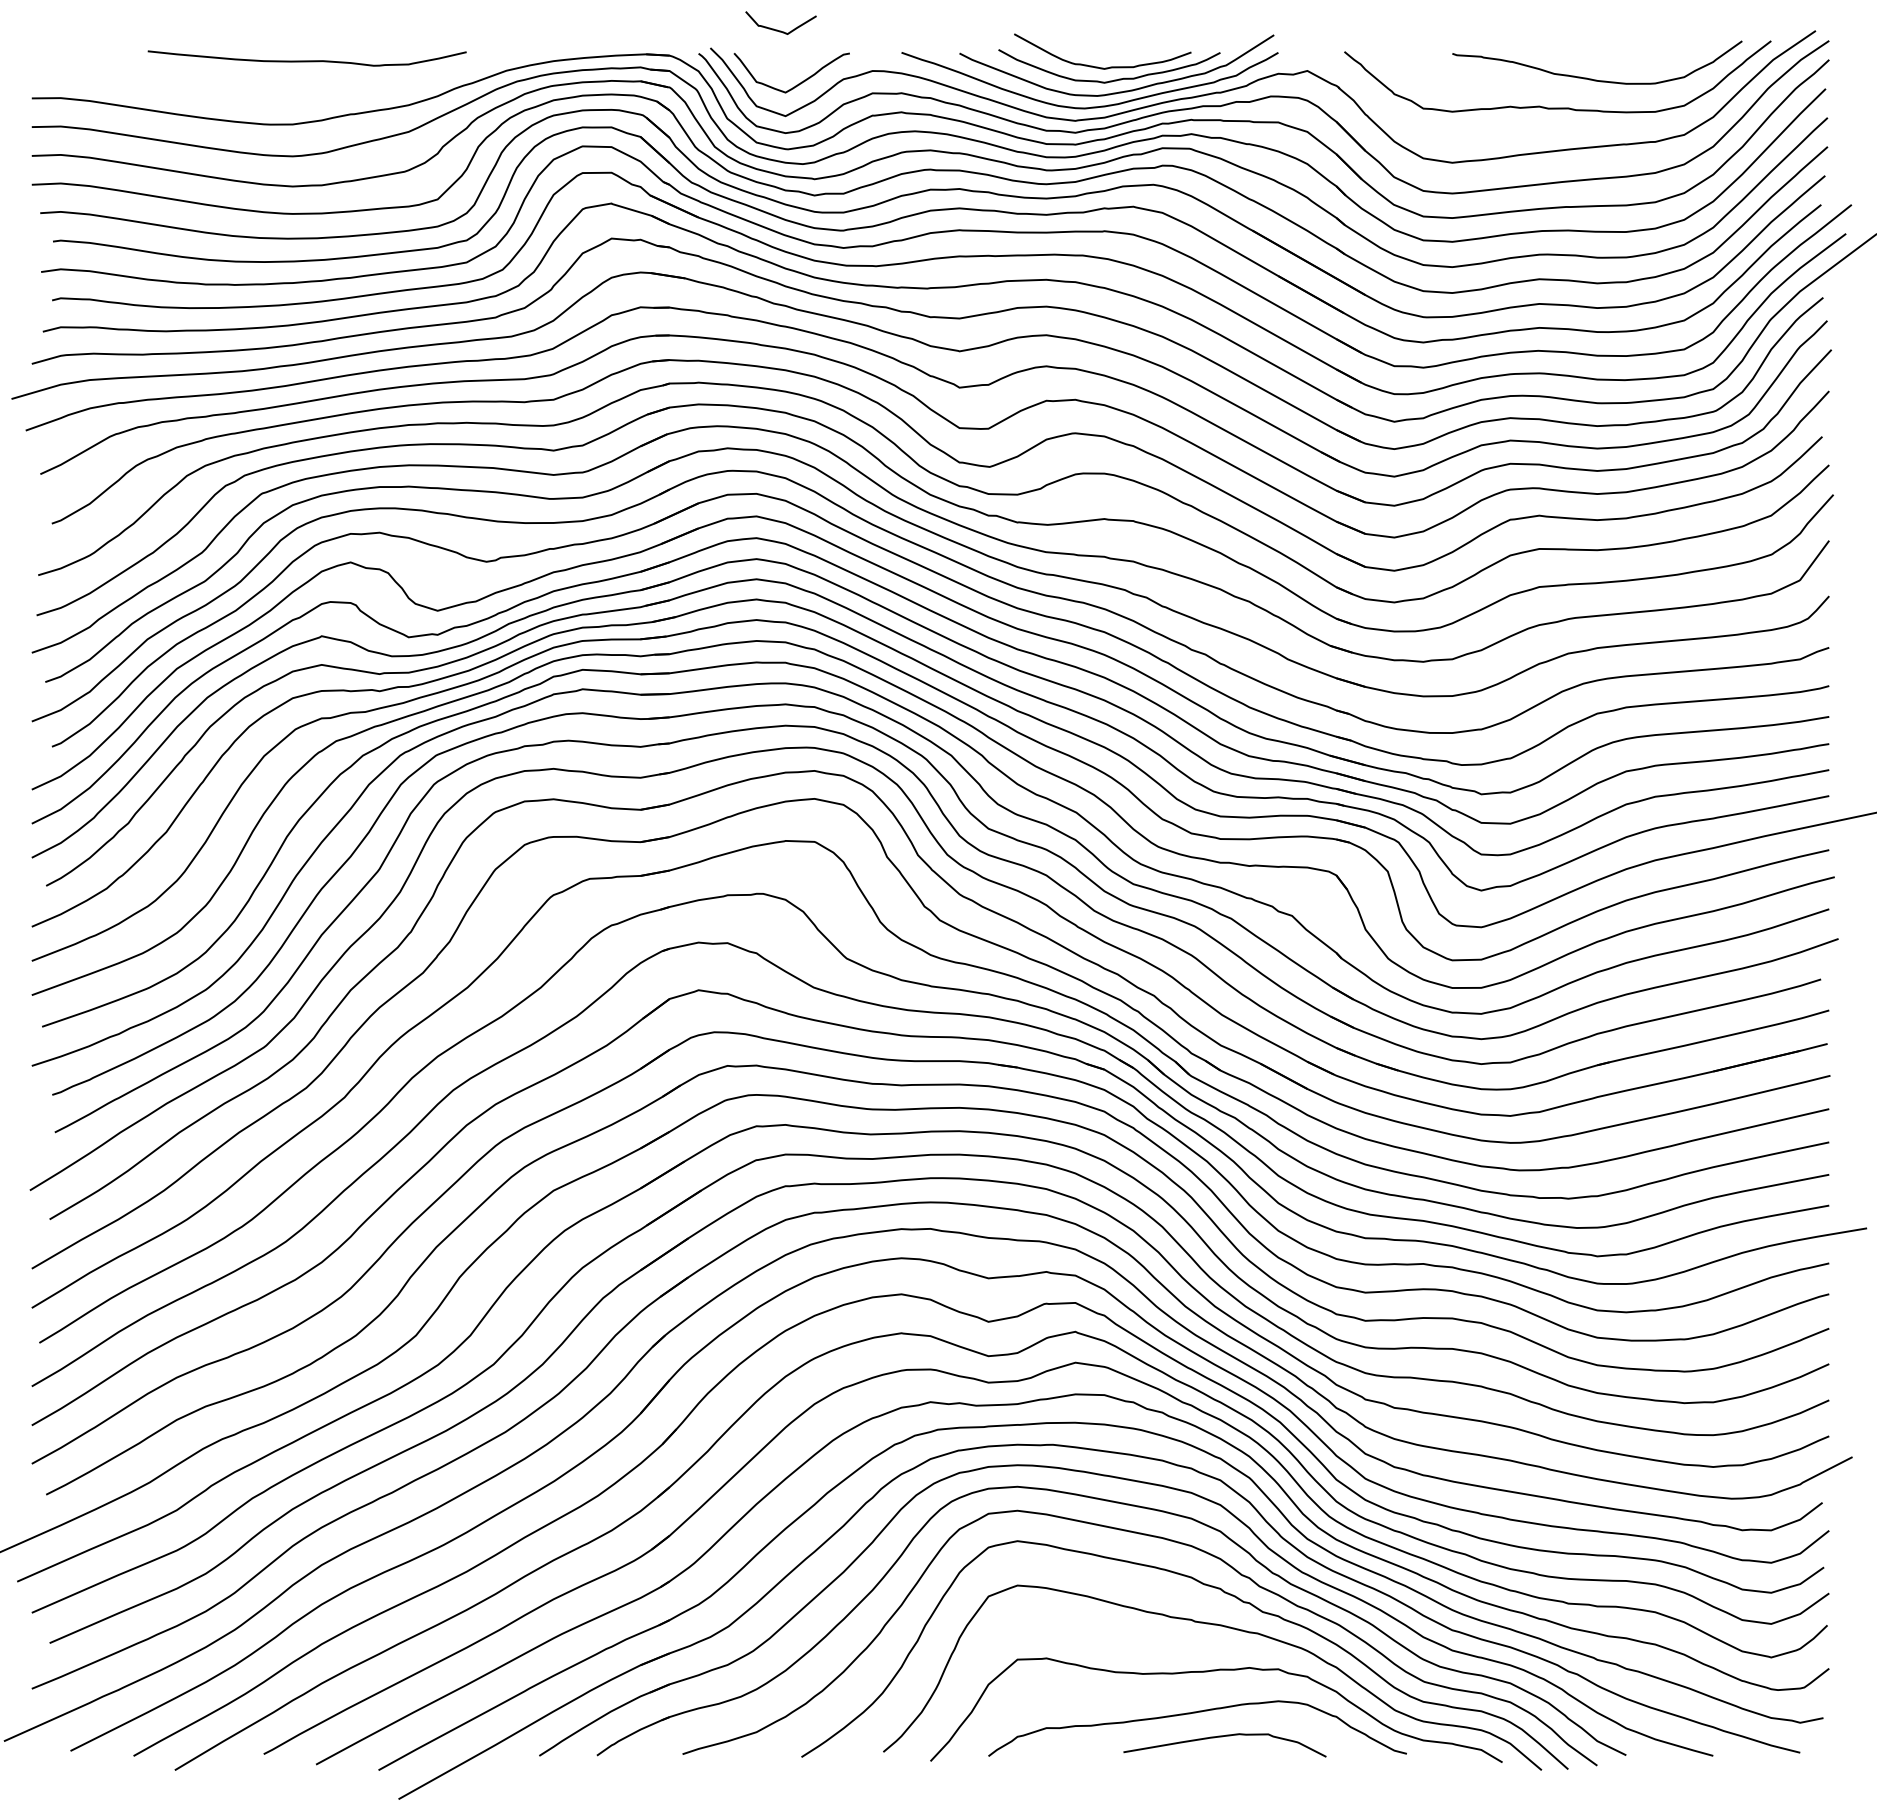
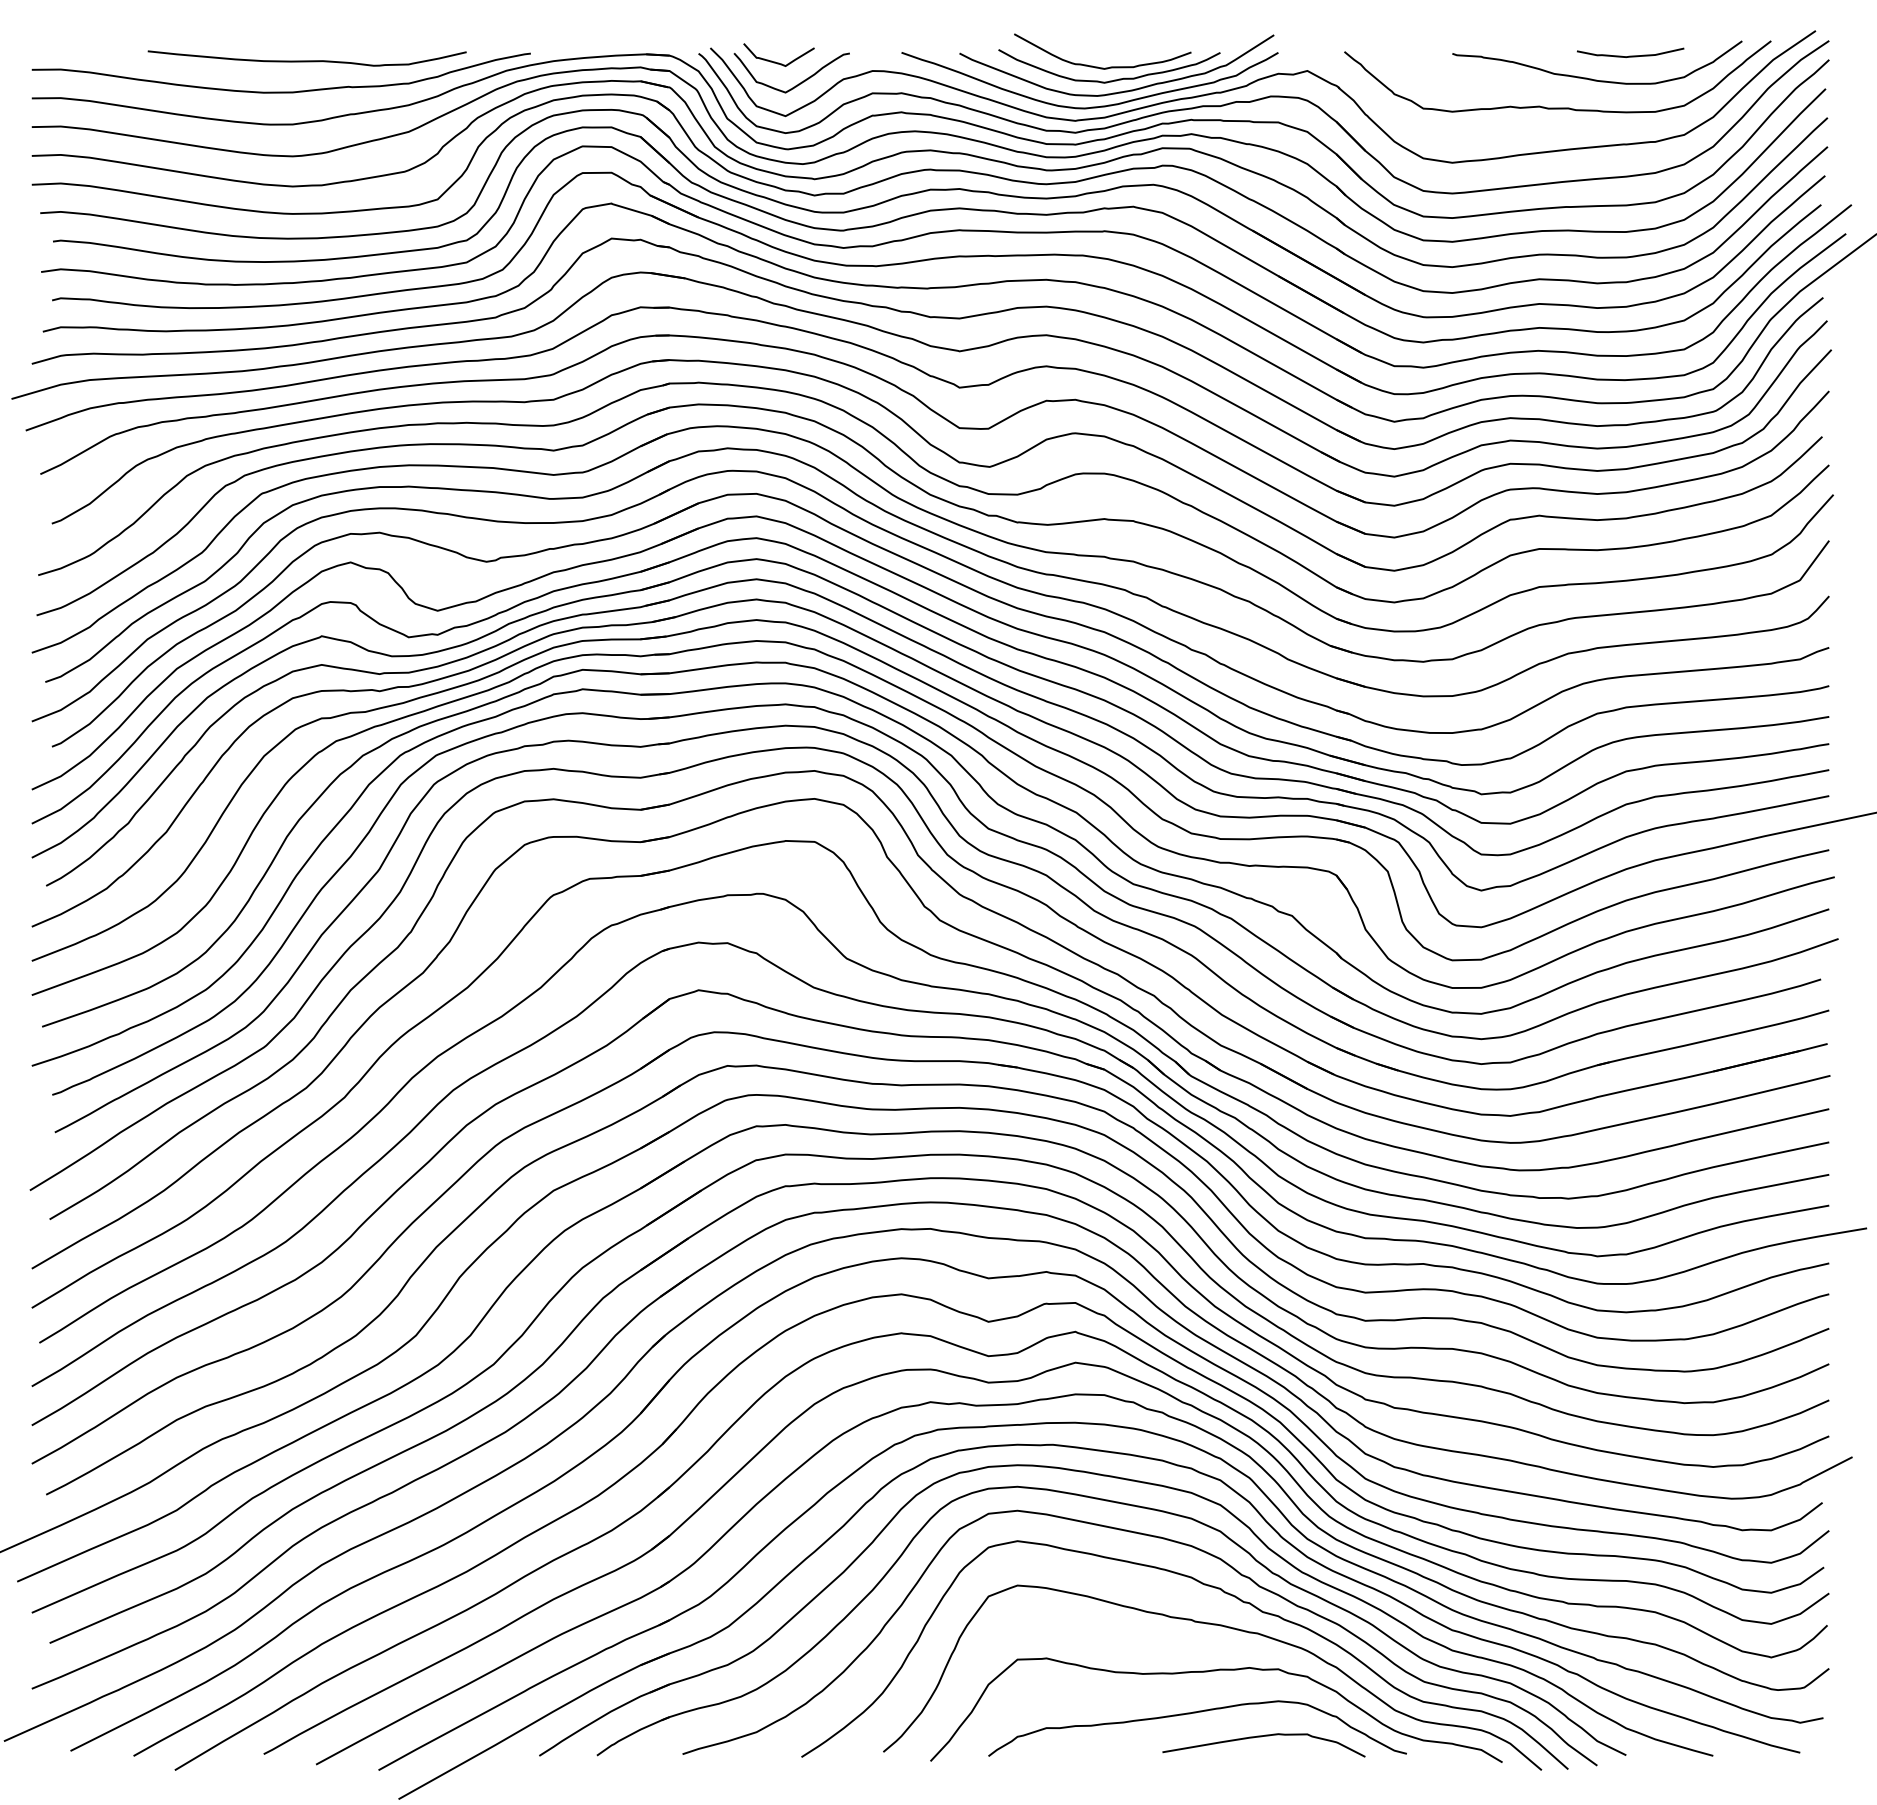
curve at (777, 29) position: (777, 29) -> (775, 61)
curve at (1630, 55): none -> present
curve at (280, 91): none -> present
curve at (1222, 1737) position: (1222, 1737) -> (1261, 1737)
